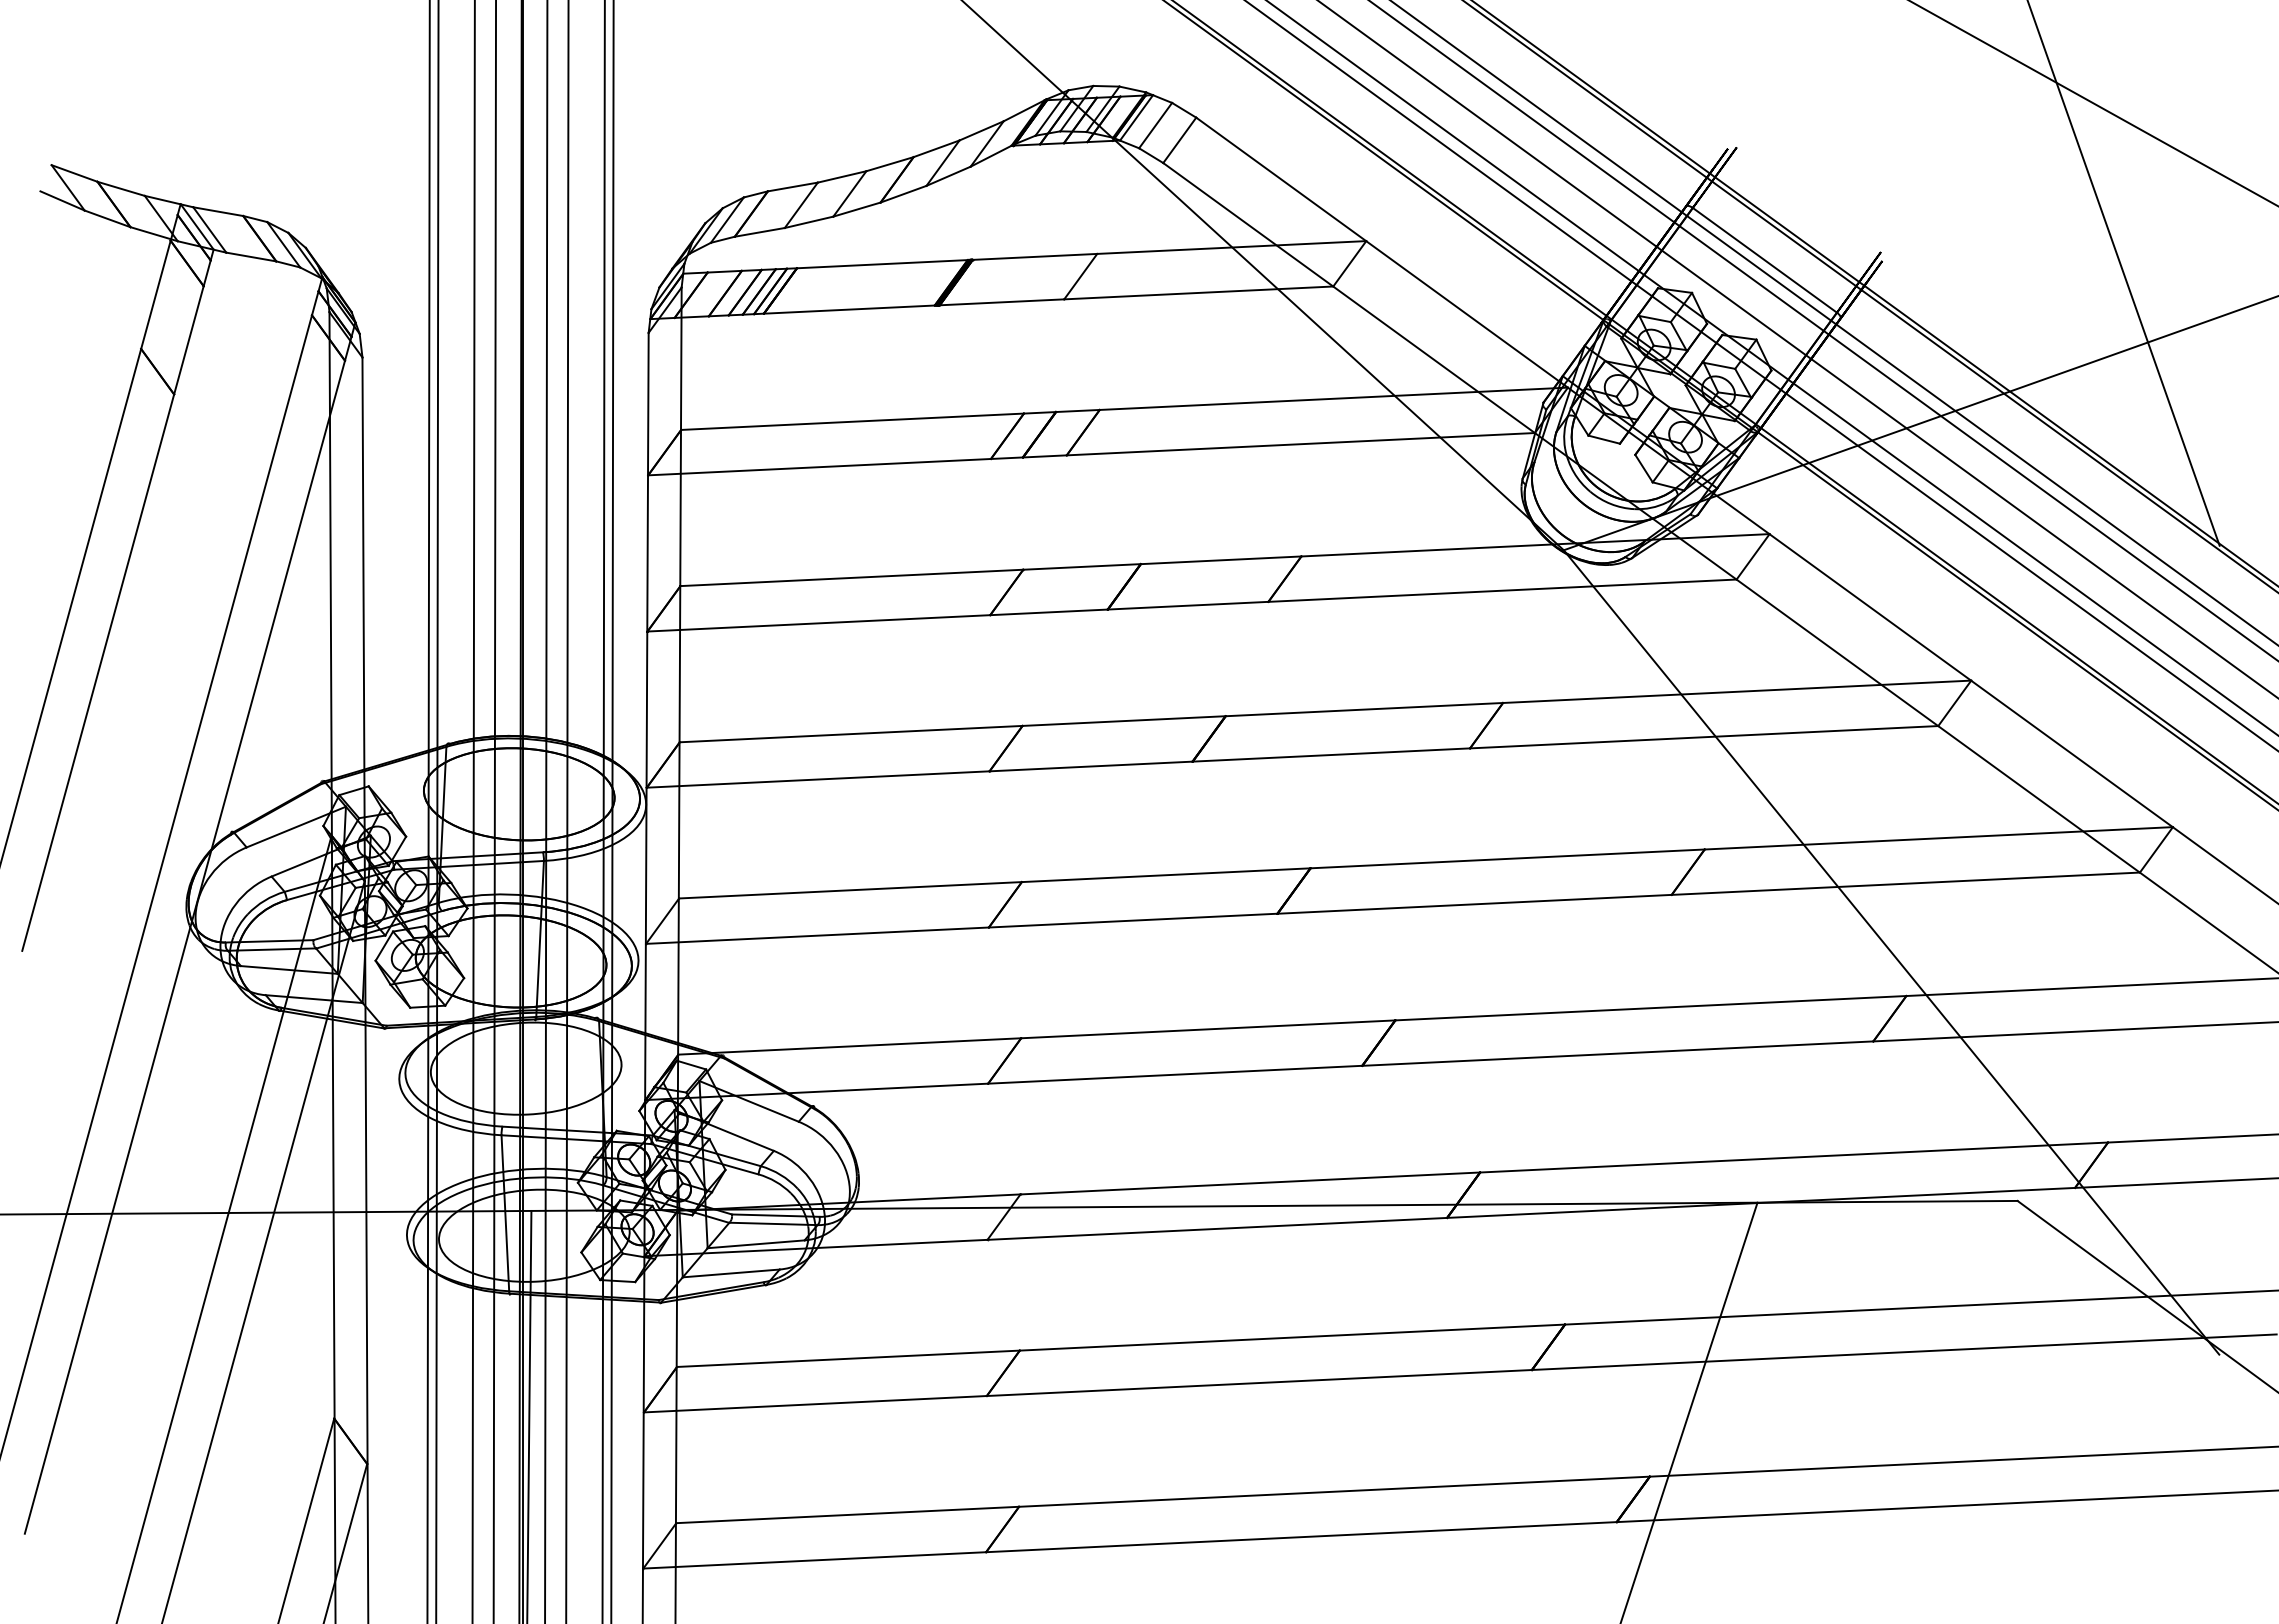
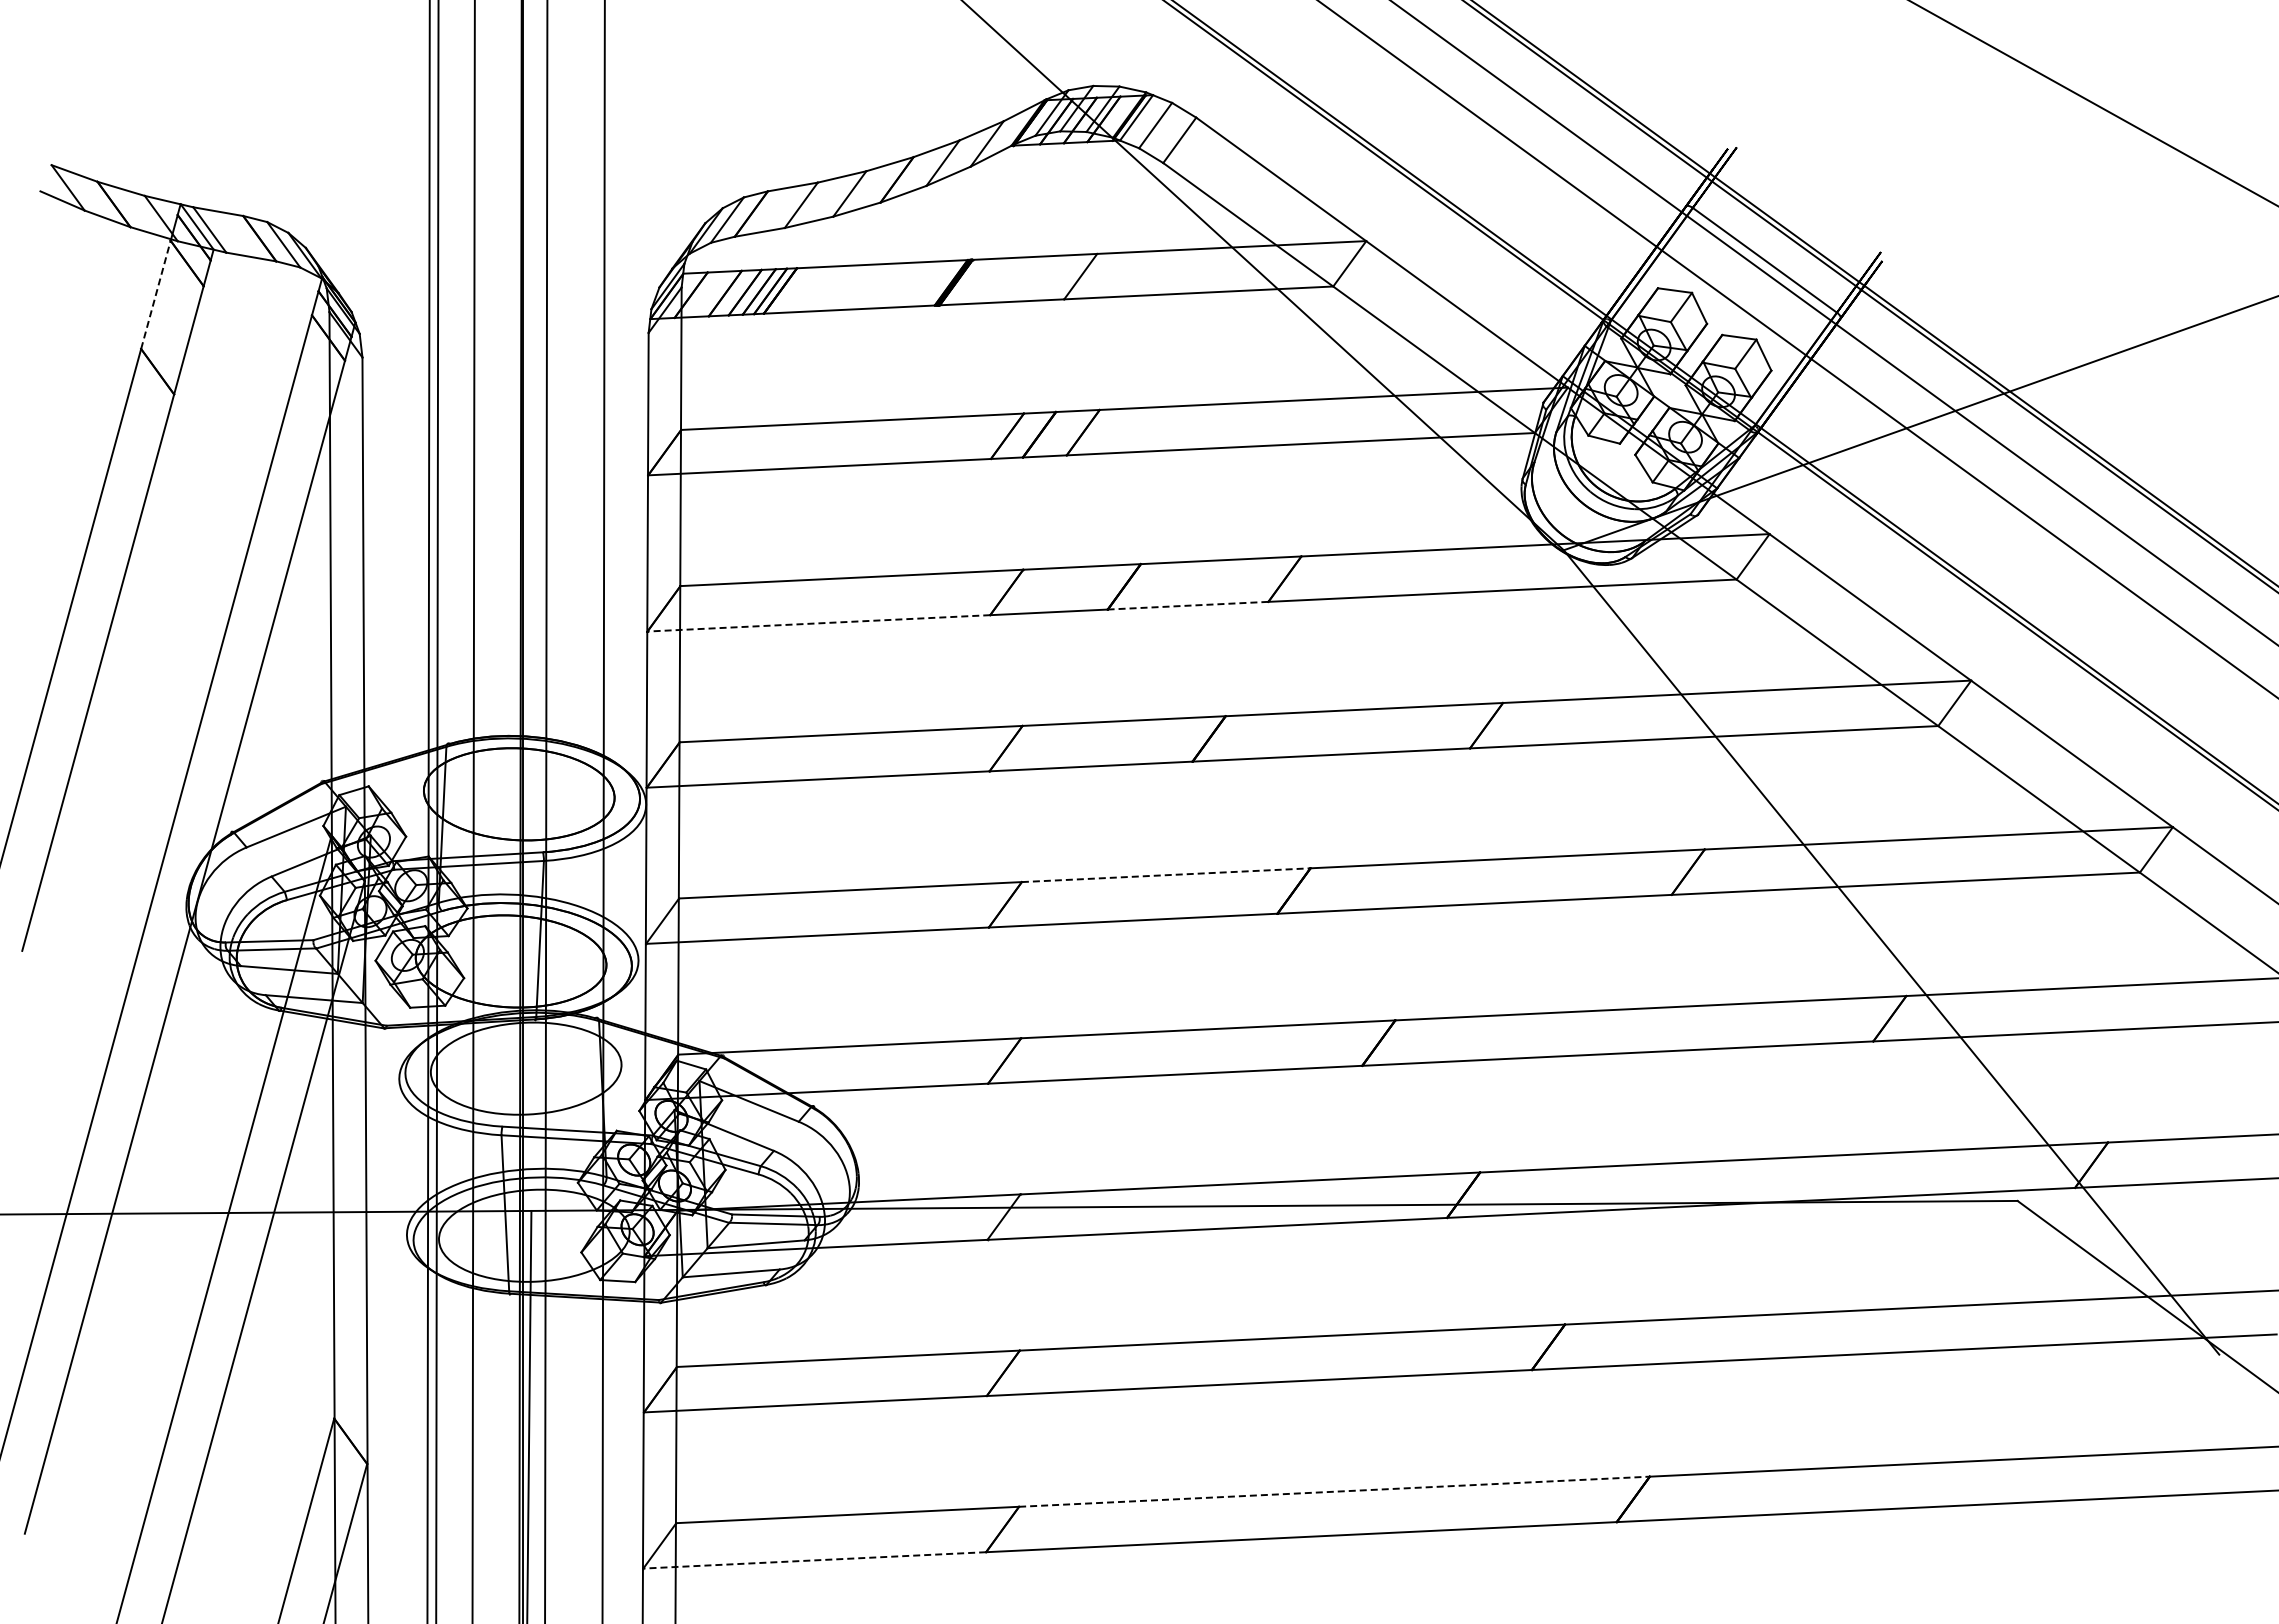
line at (2123, 273): present -> none
line at (156, 294): solid -> dashed
line at (1823, 330): present -> none
line at (1771, 367): present -> none
line at (1761, 375): present -> none
line at (1187, 605): solid -> dashed
line at (818, 623): solid -> dashed
line at (494, 811): present -> none
line at (567, 811): present -> none
line at (612, 811): present -> none
line at (1166, 875): solid -> dashed
line at (1689, 1411): present -> none
line at (1334, 1491): solid -> dashed
line at (814, 1560): solid -> dashed
